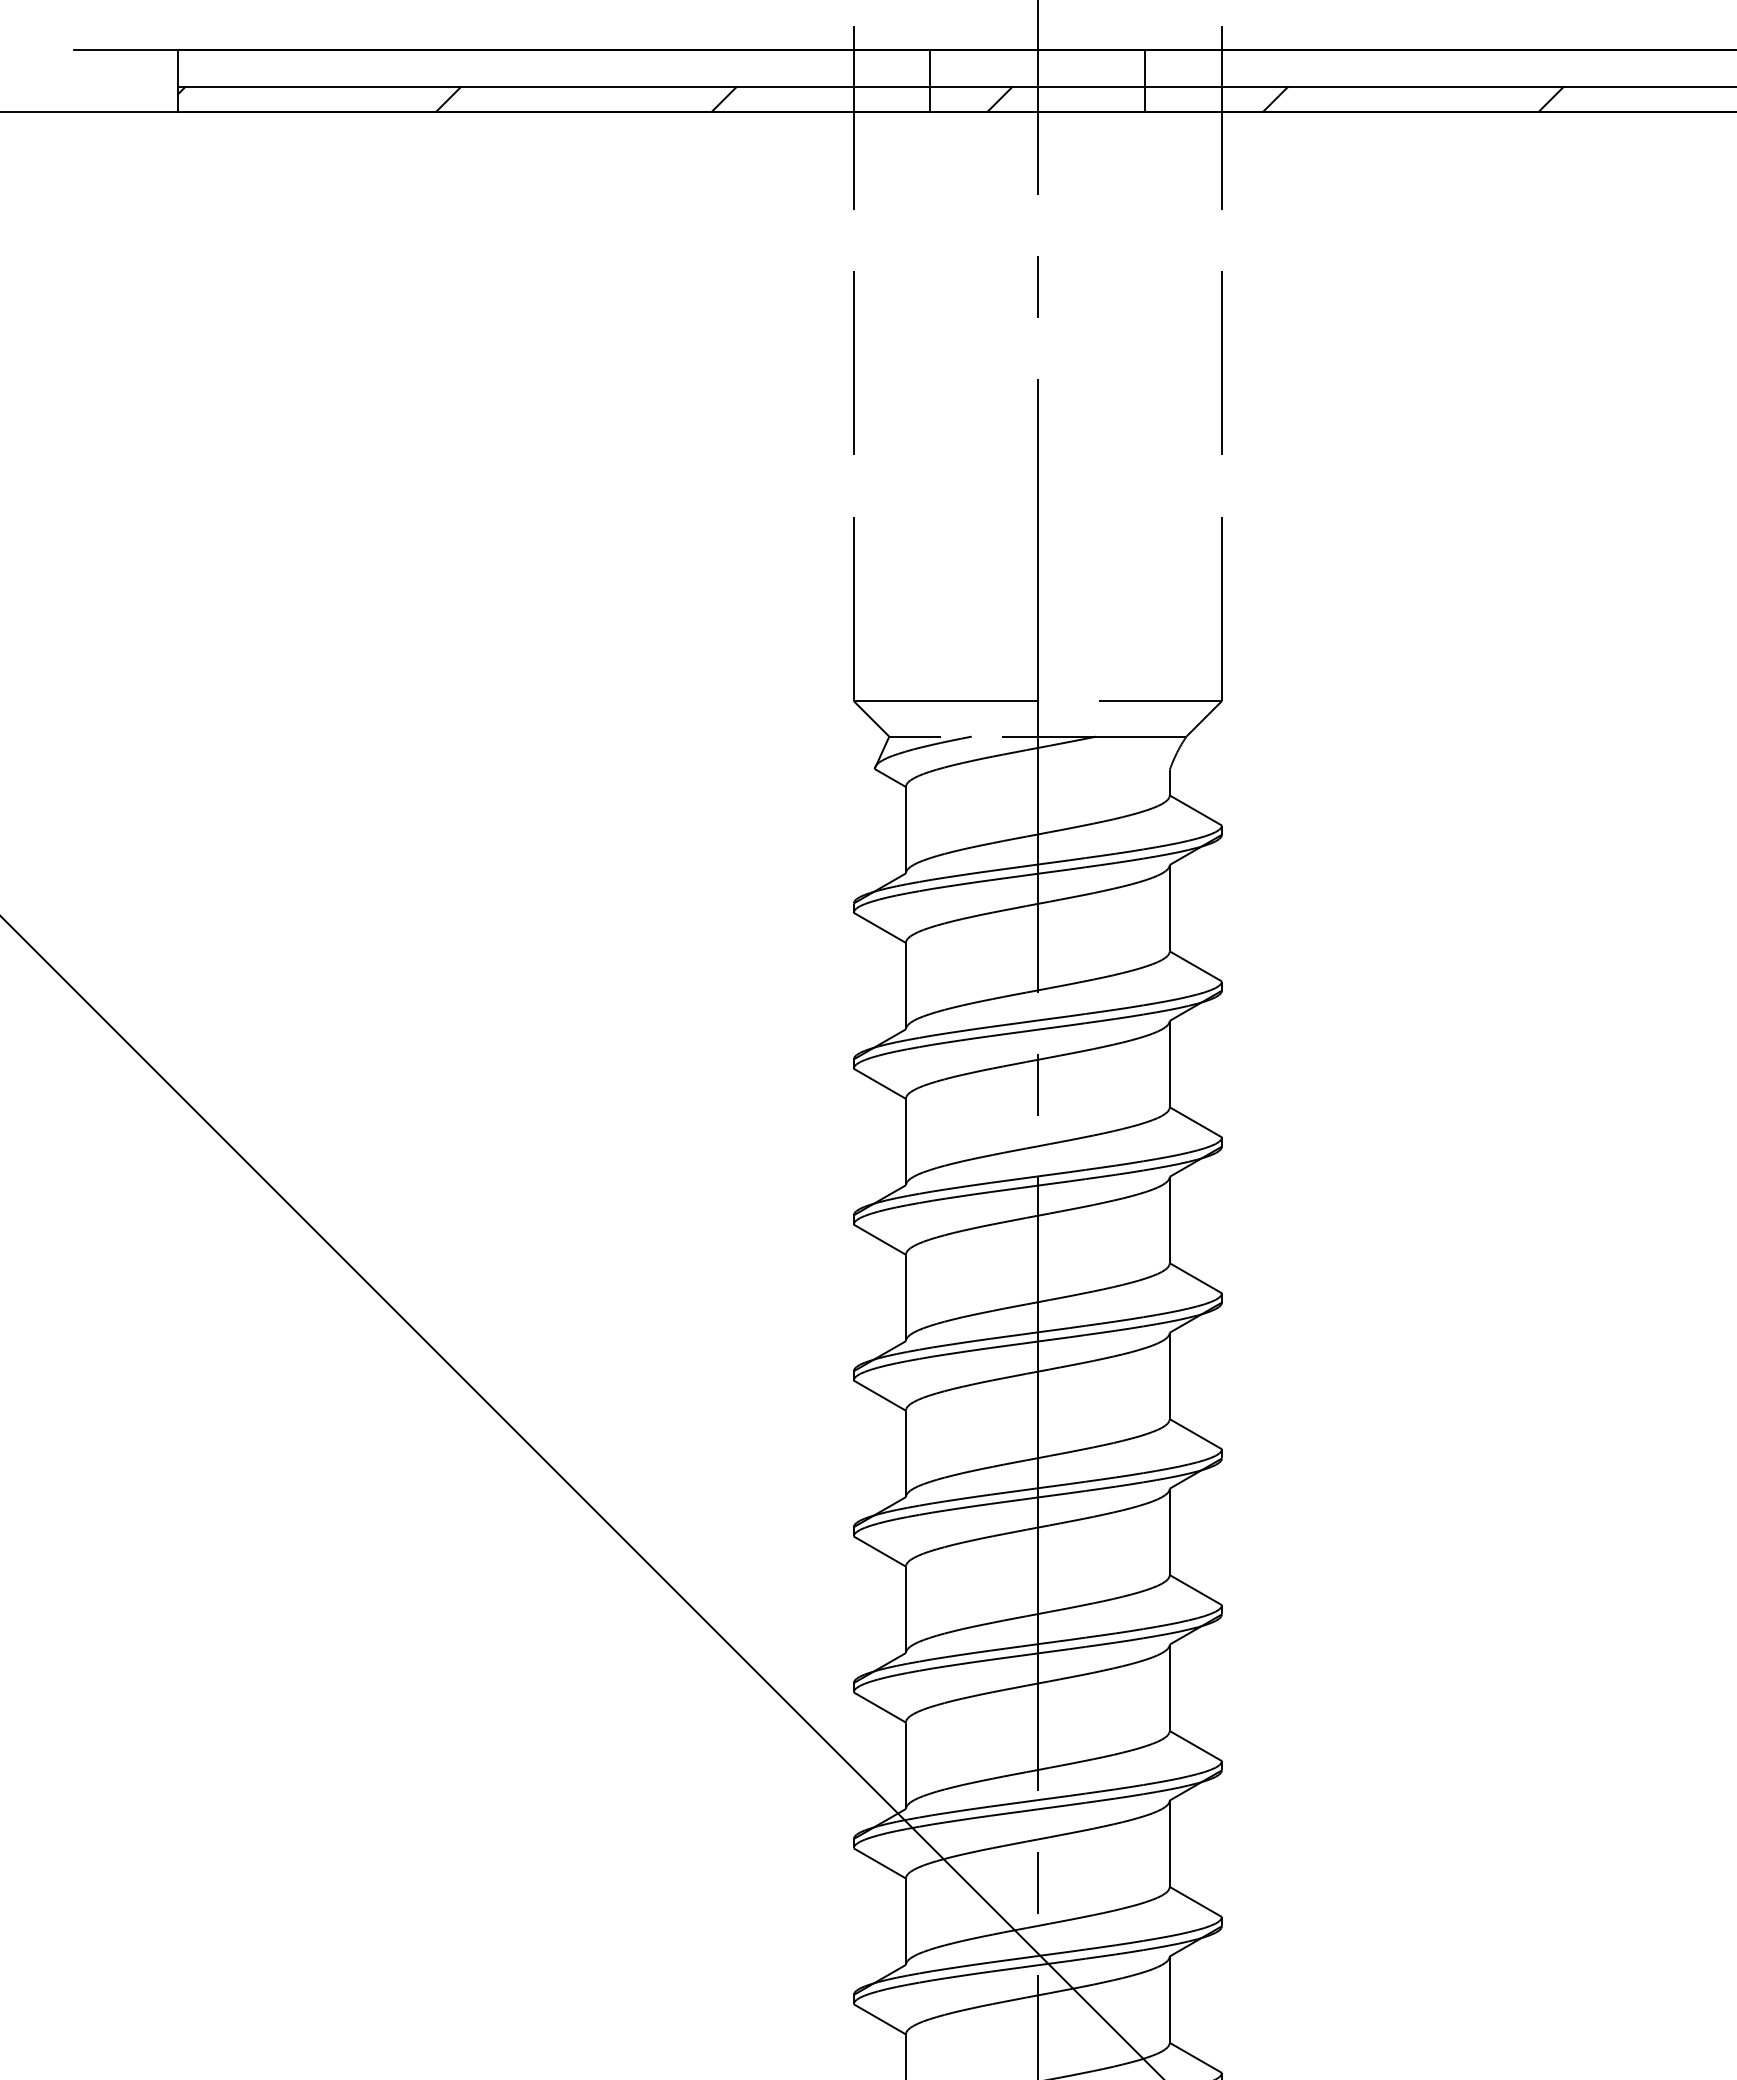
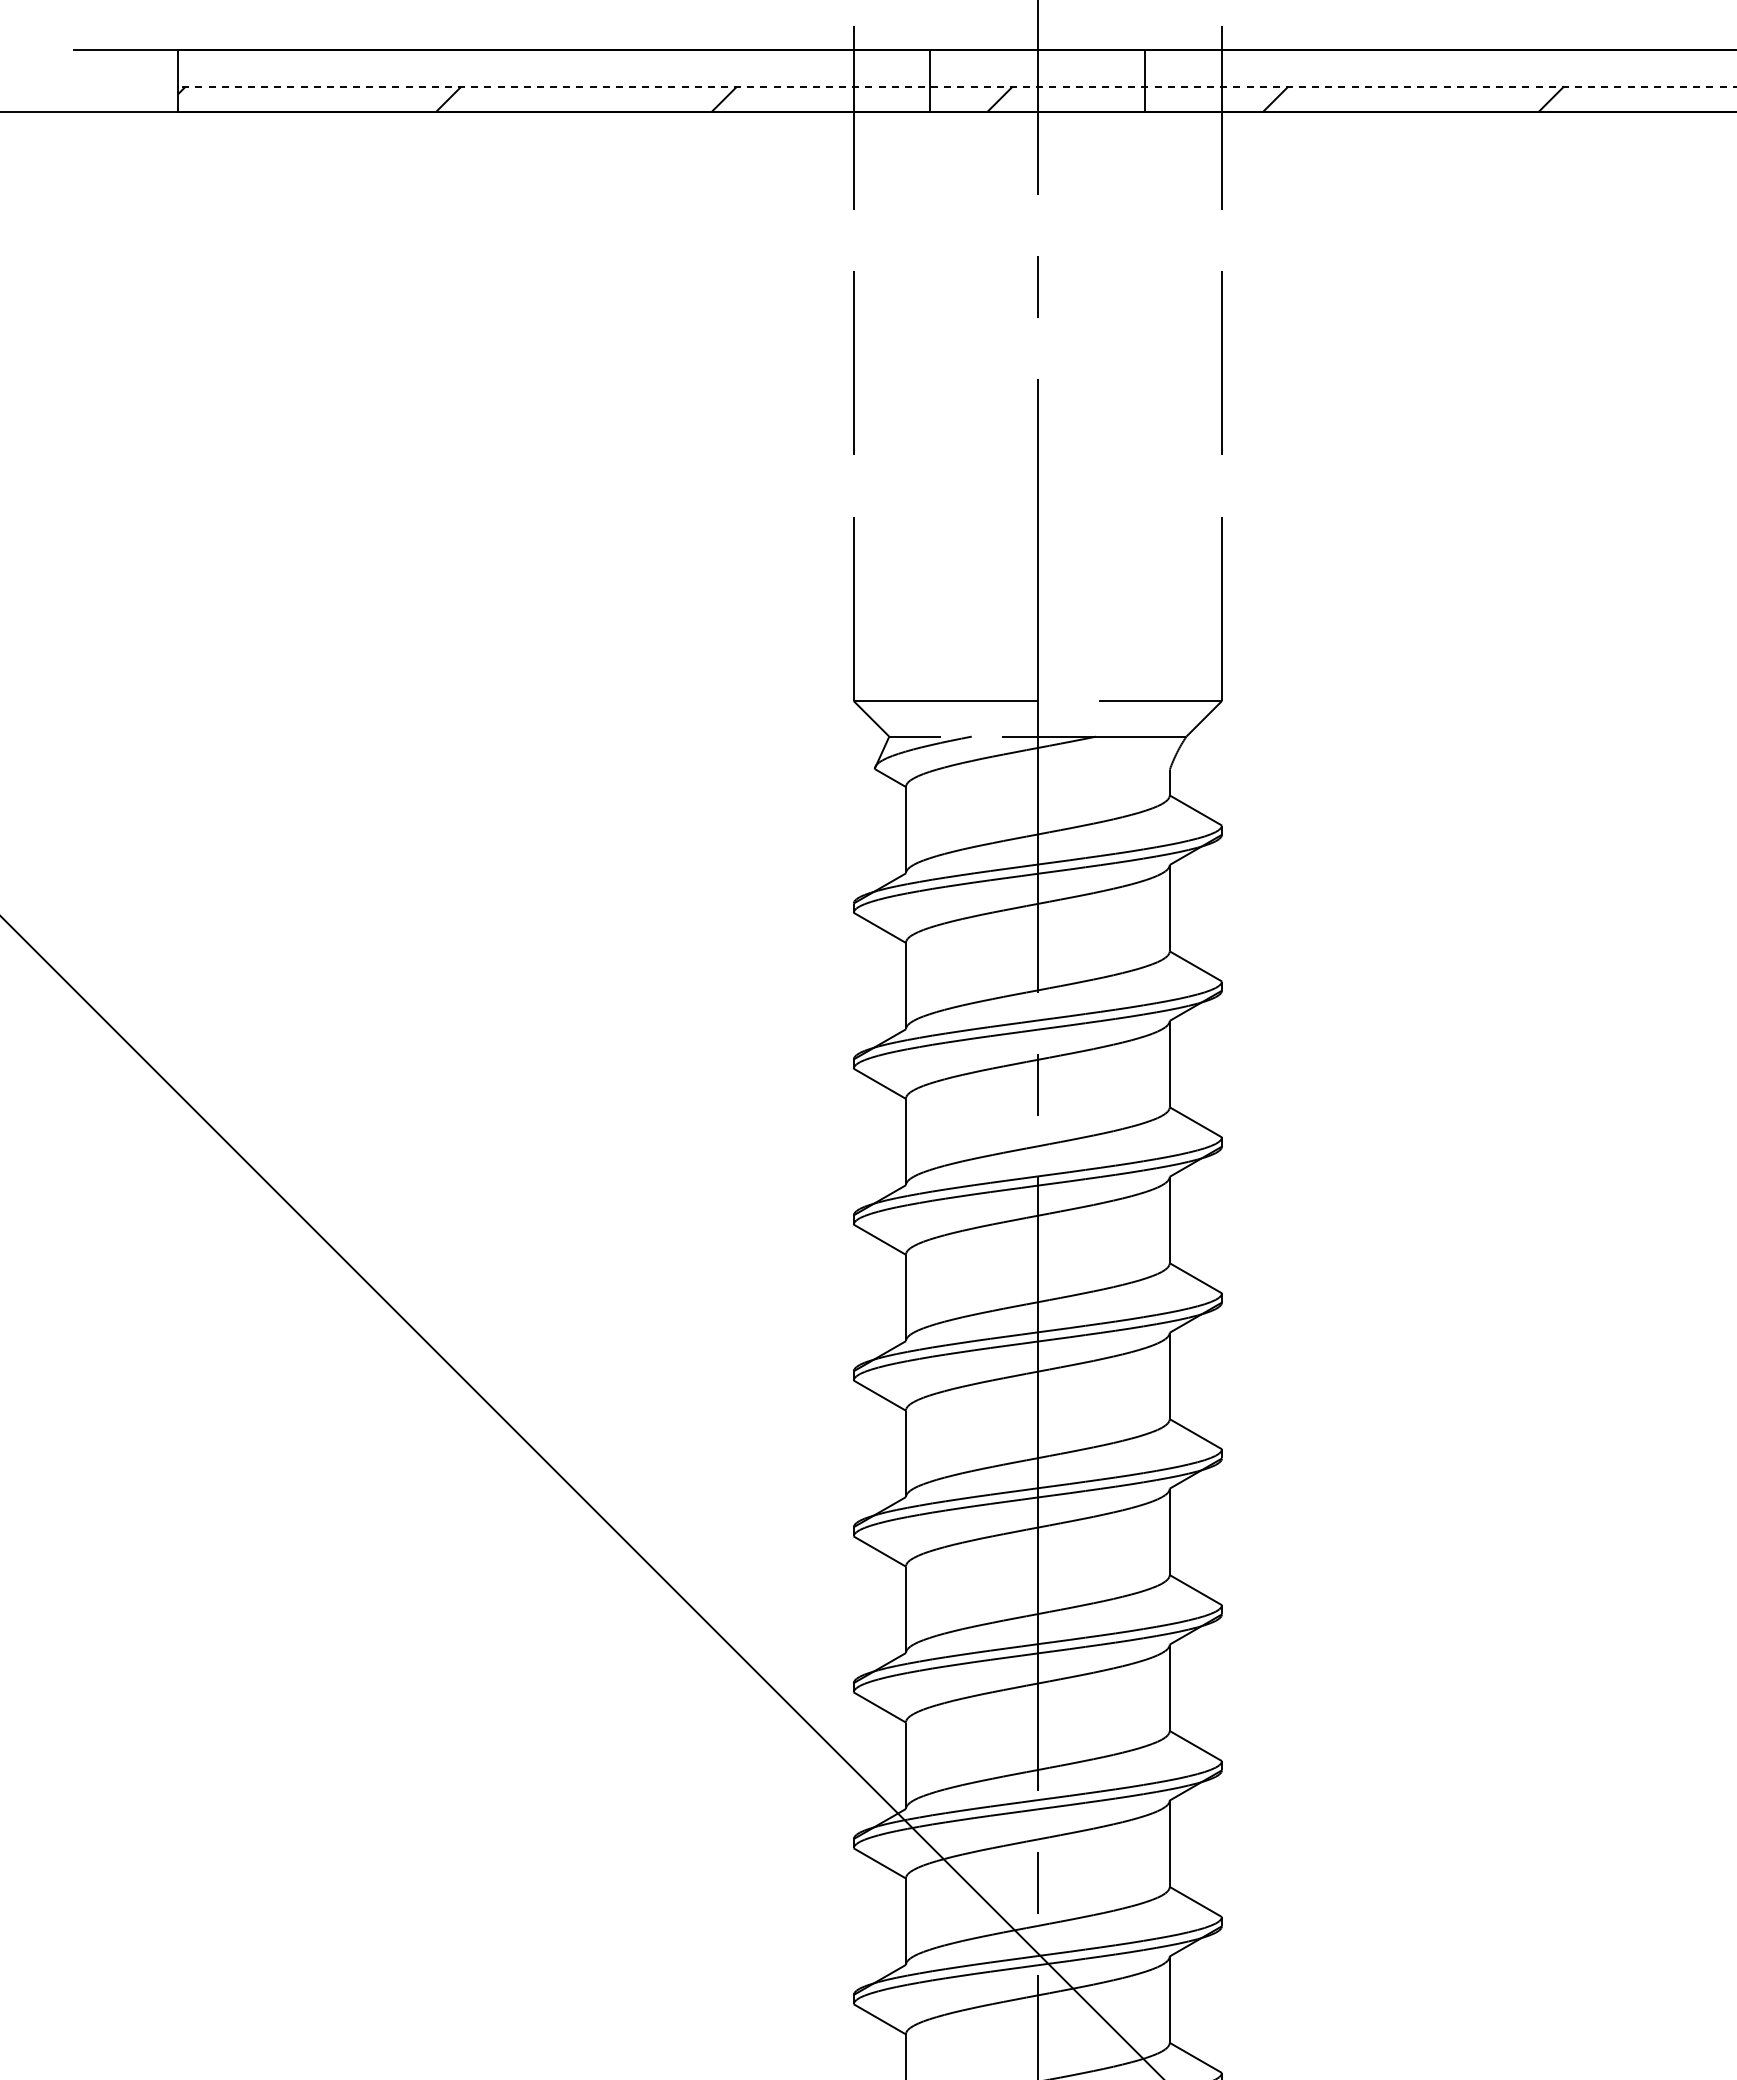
line at (957, 87): solid -> dashed
